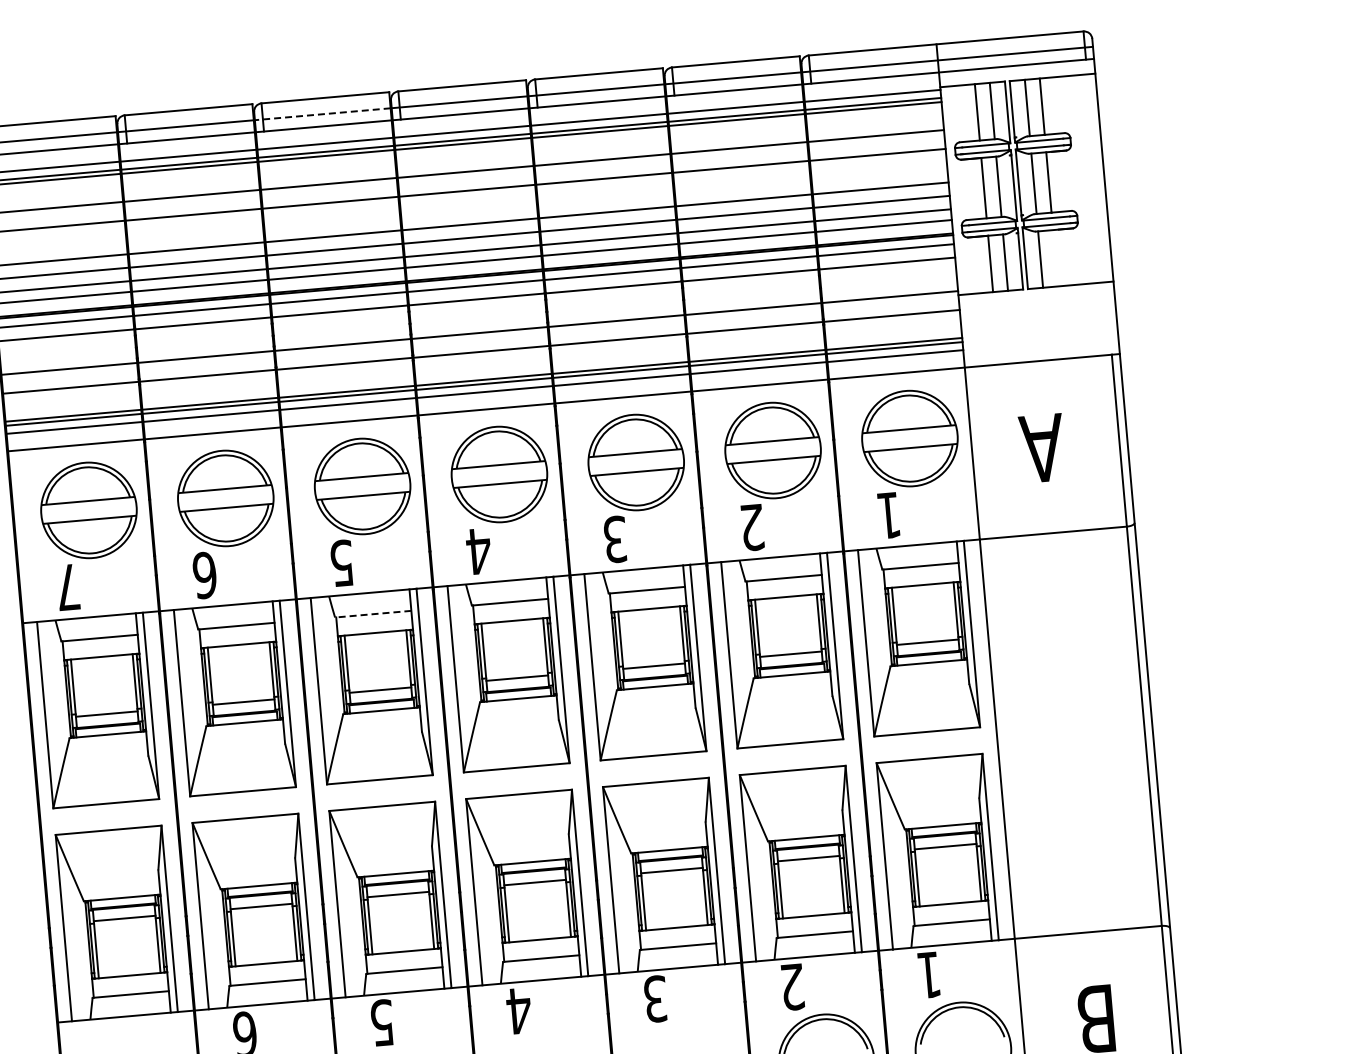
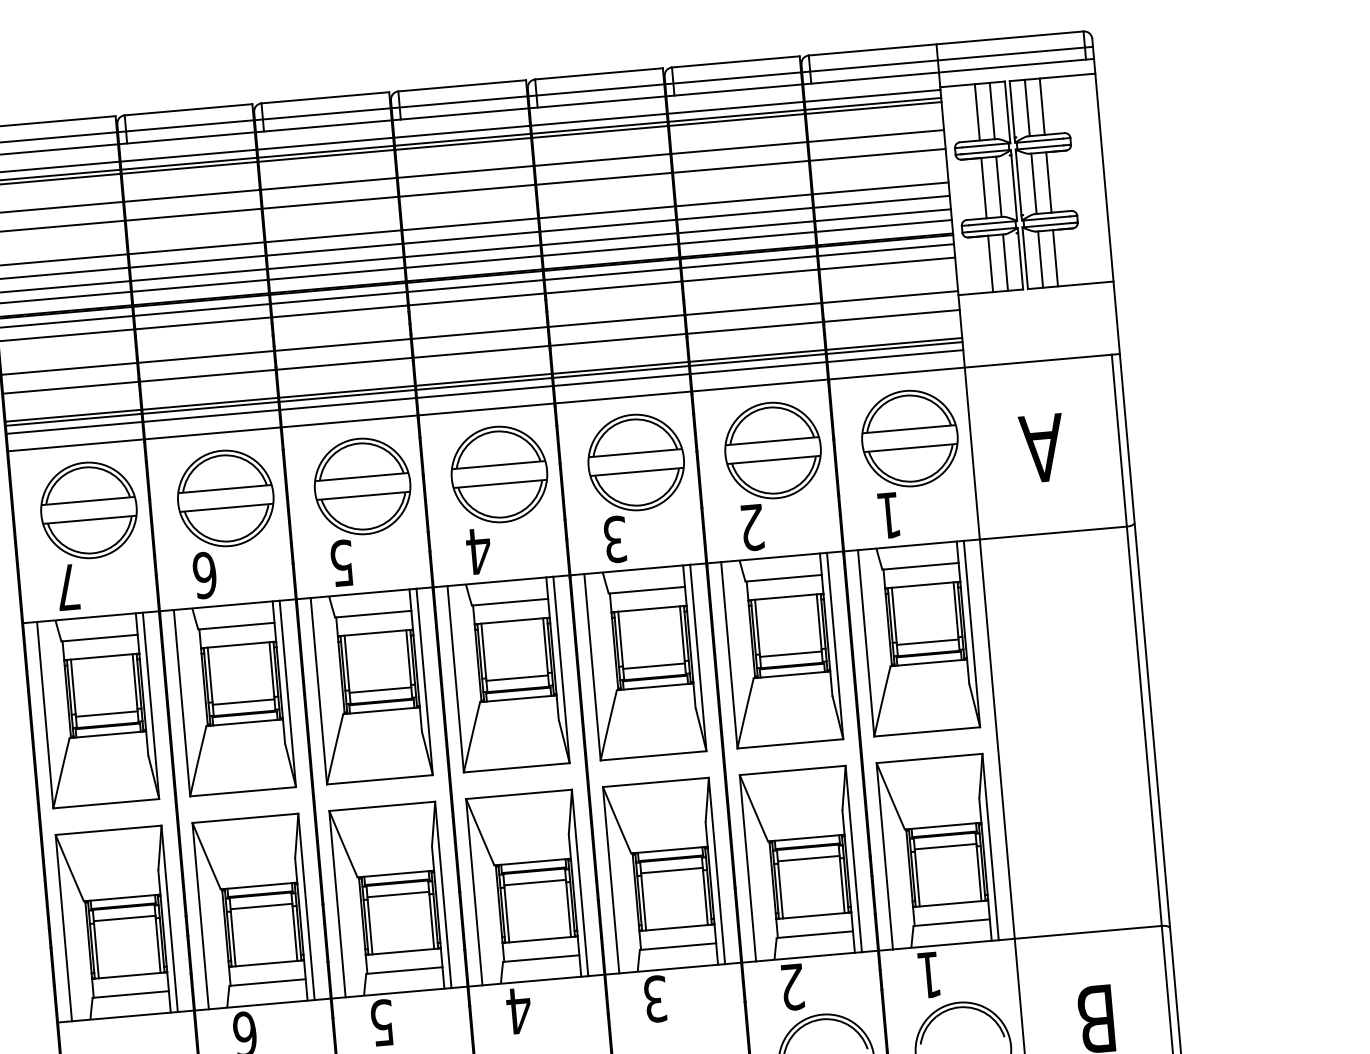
line at (322, 114): dashed -> solid
line at (1055, 258): none -> present
line at (372, 614): dashed -> solid
